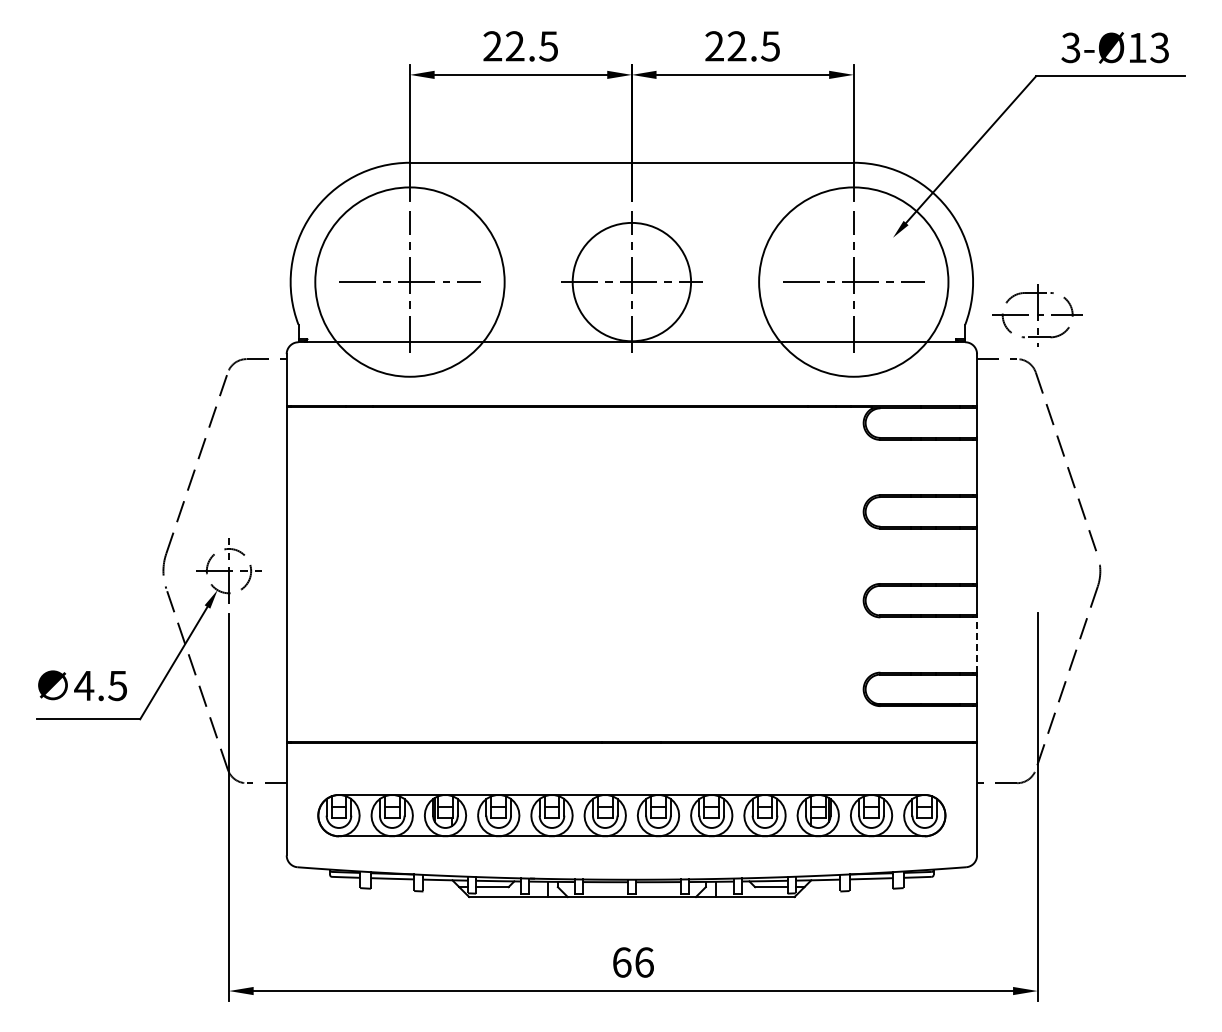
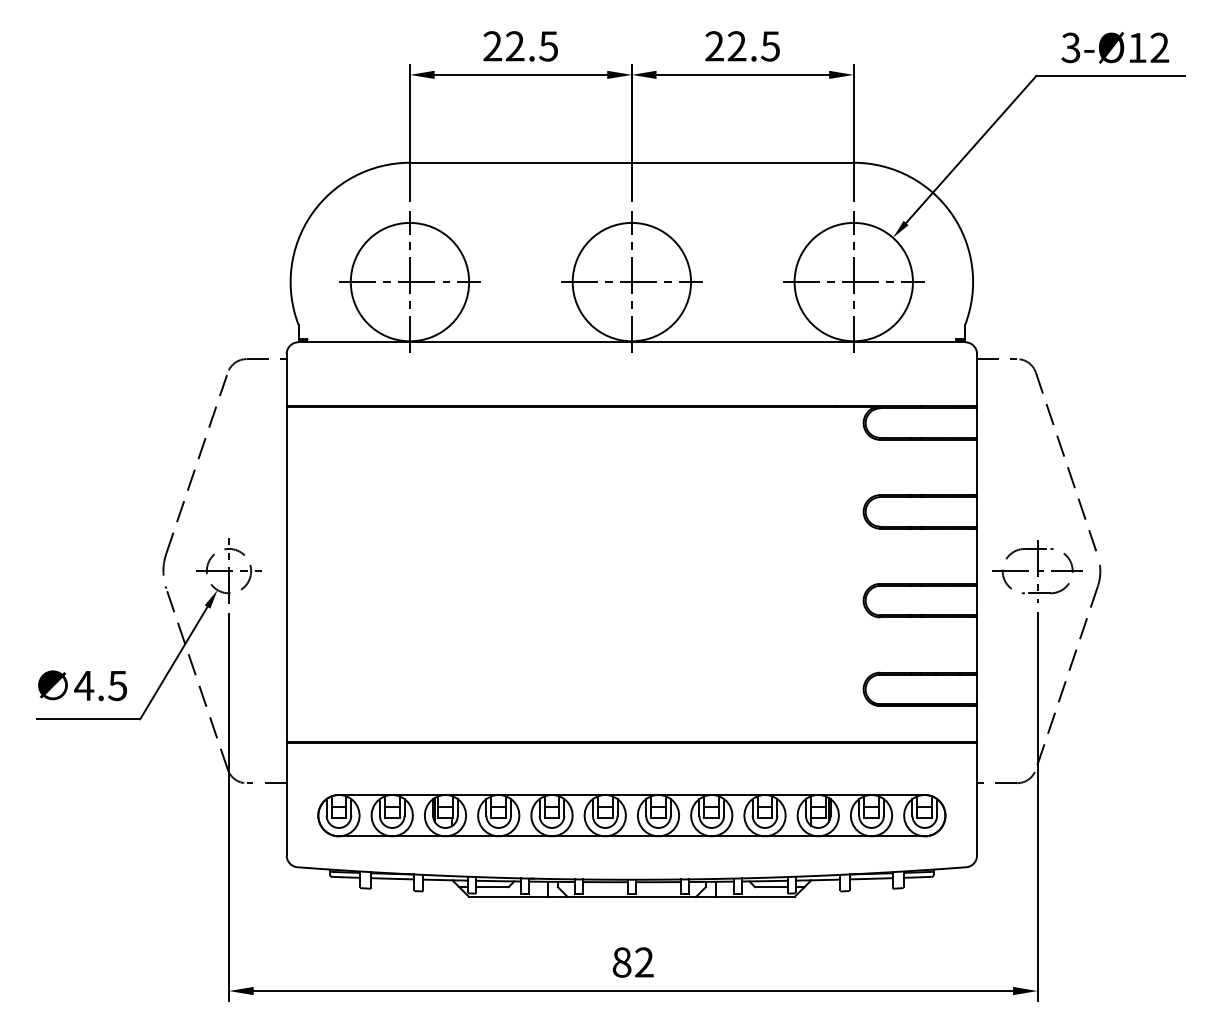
text at (1159, 48): 3-Ø13 -> 3-Ø12
circle at (409, 281) diameter: 189 px -> 118 px
circle at (853, 281) diameter: 189 px -> 118 px
part at (1037, 315) position: (1037, 315) -> (1037, 571)
line at (977, 645): dashed -> solid
text at (632, 962): 66 -> 82
